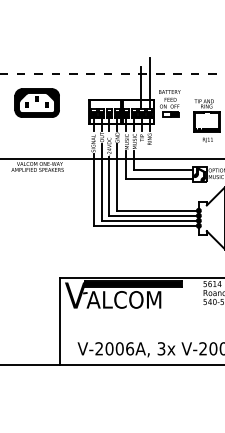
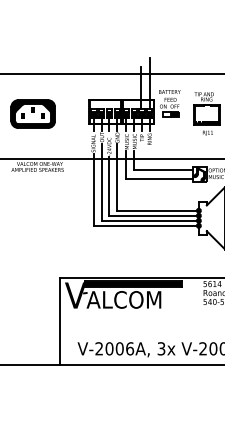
line at (112, 73): dashed -> solid
part at (36, 102) position: (36, 102) -> (32, 113)
part at (206, 120) position: (206, 120) -> (206, 113)
